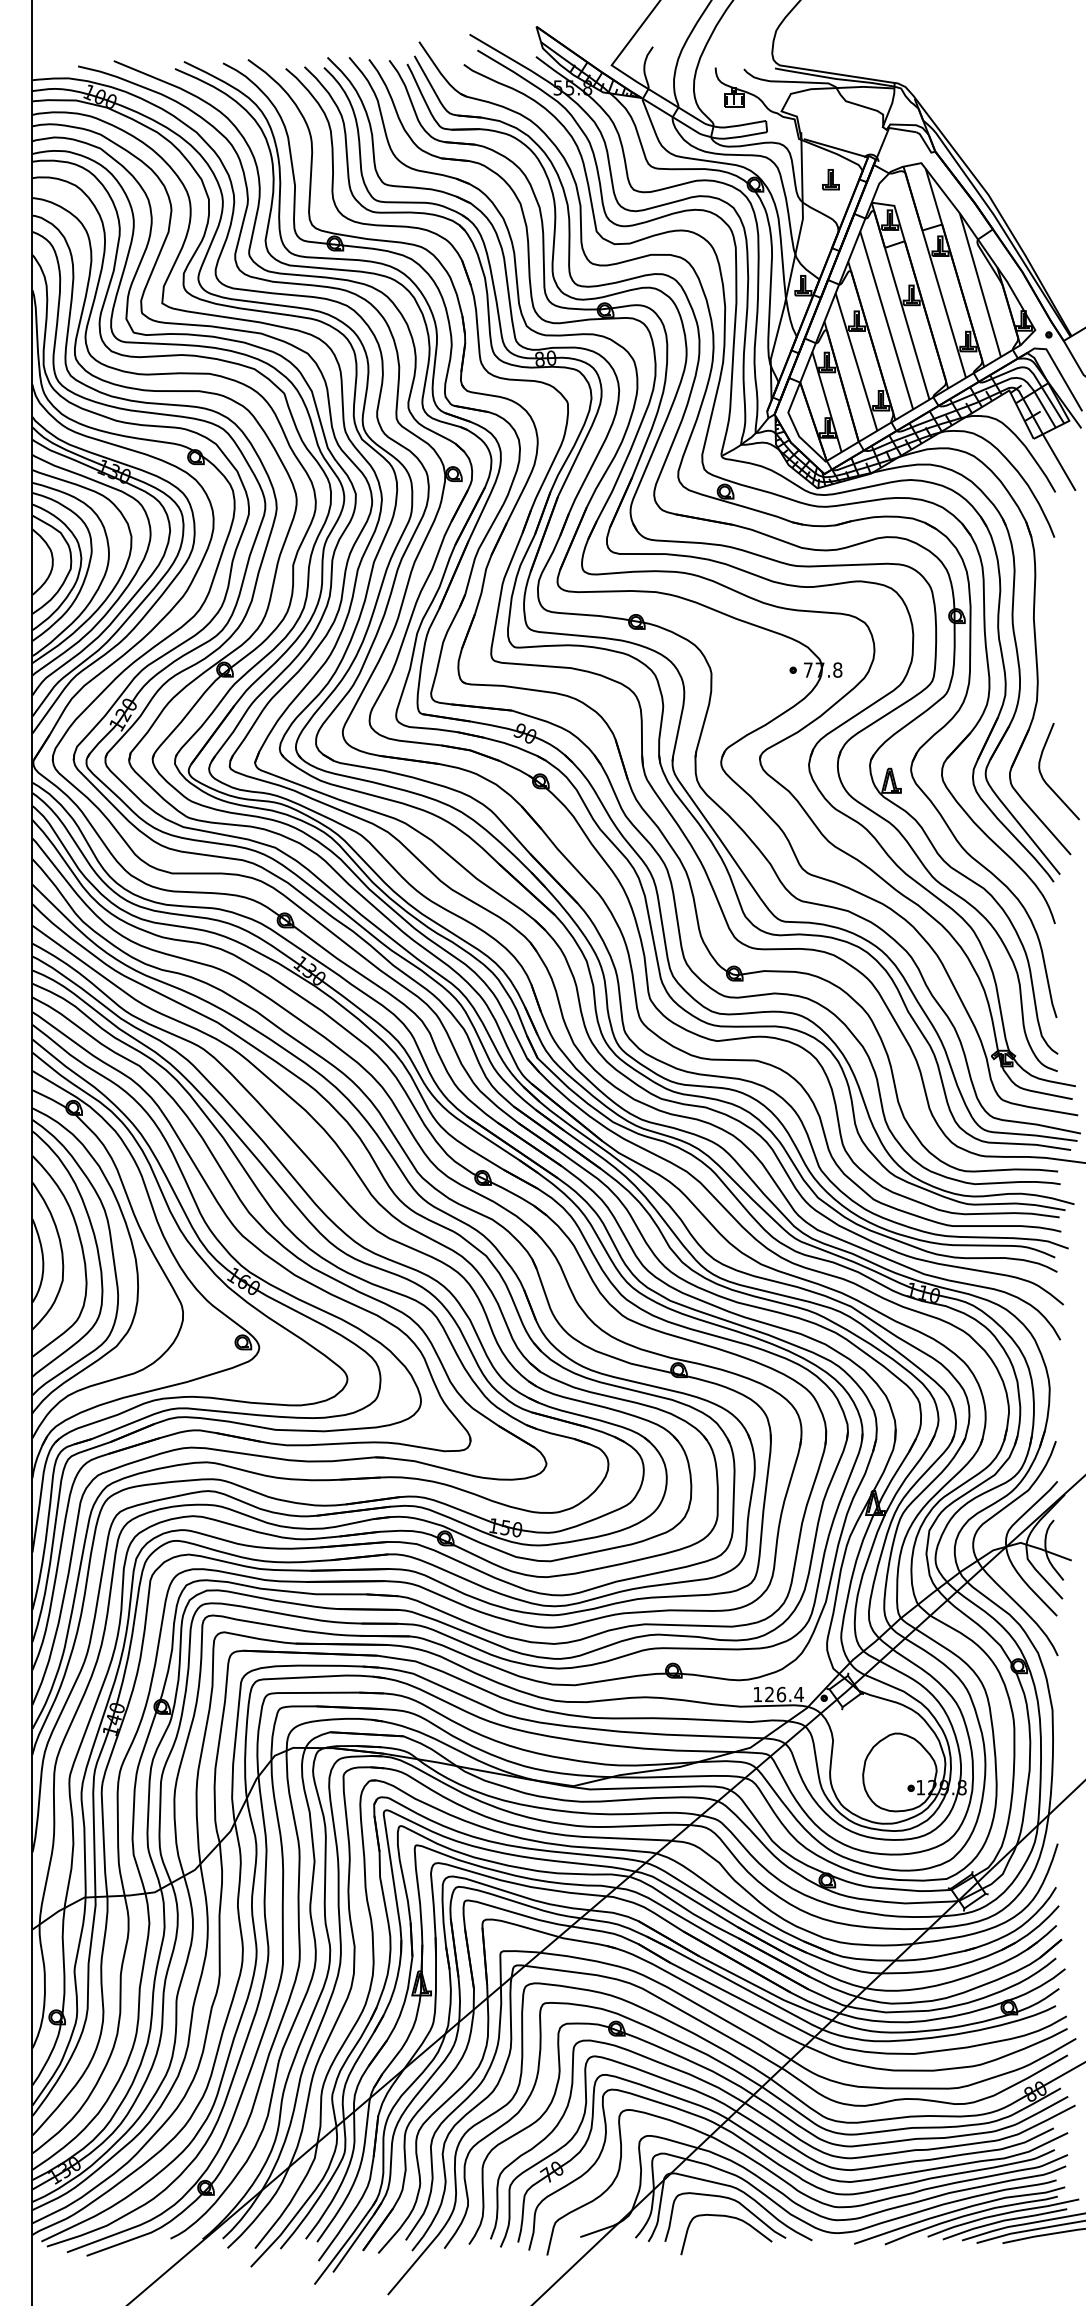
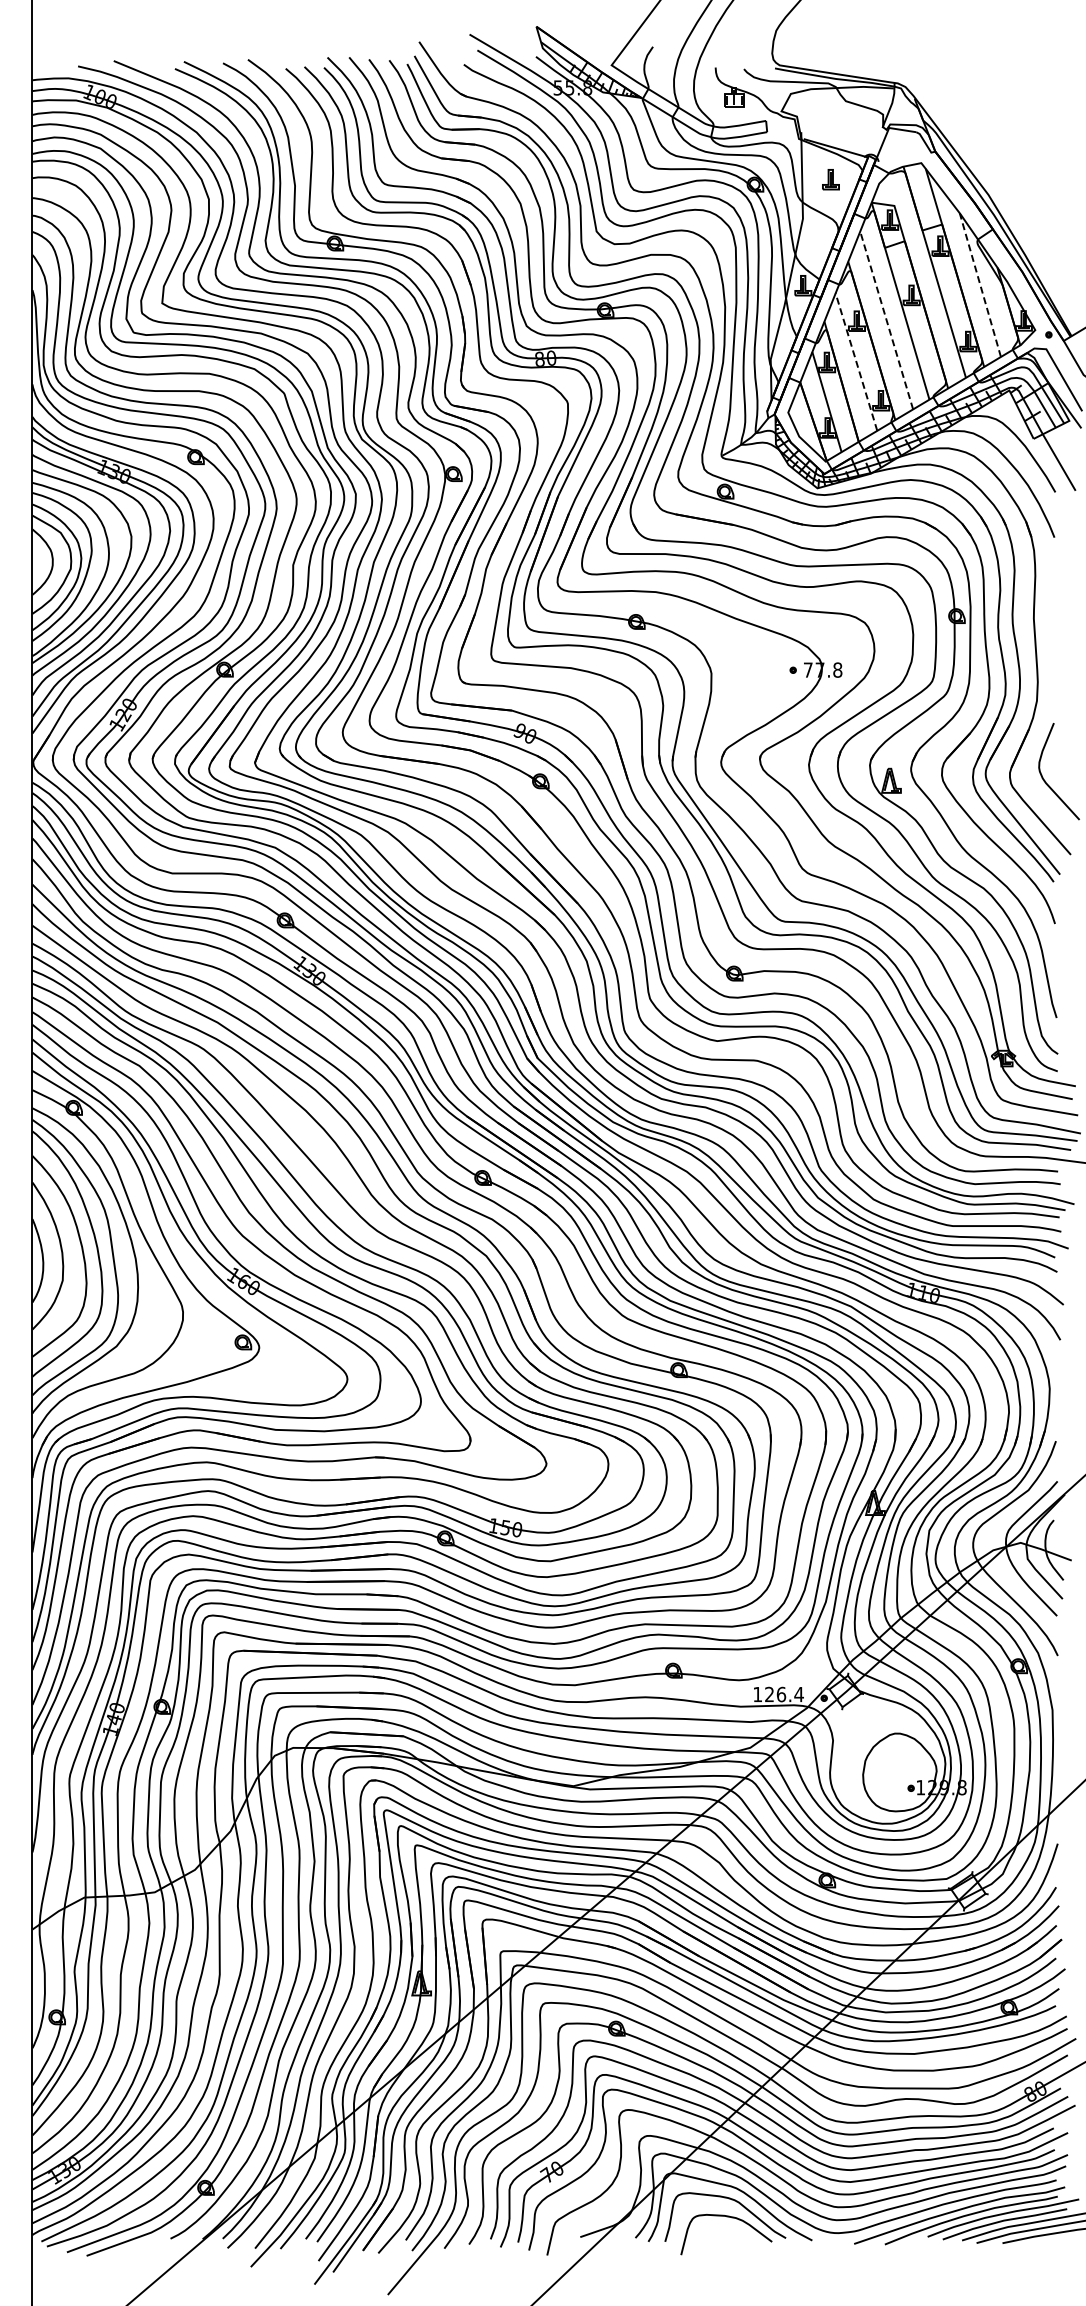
line at (980, 285): solid -> dashed
line at (886, 320): solid -> dashed
line at (856, 362): solid -> dashed
